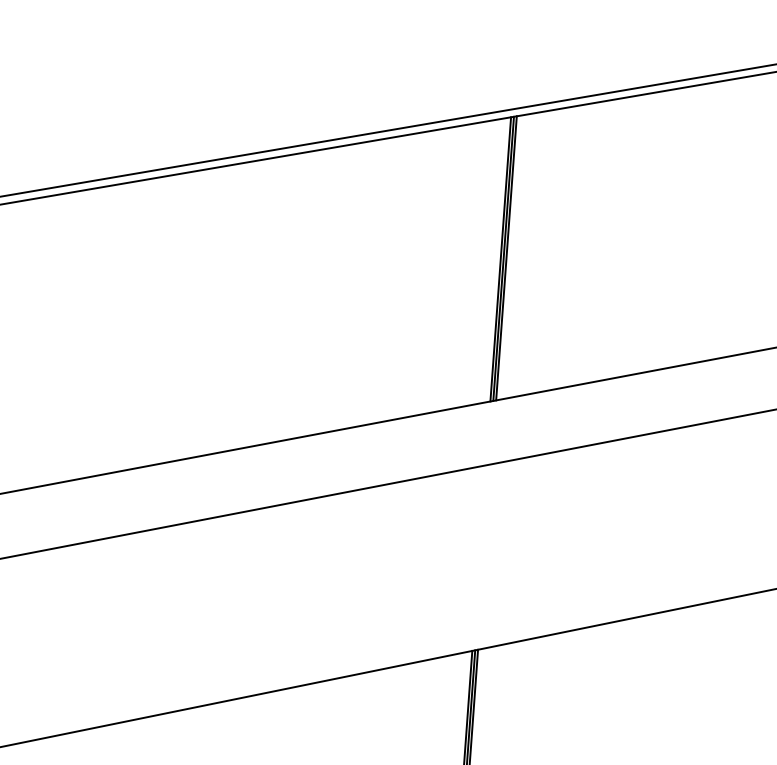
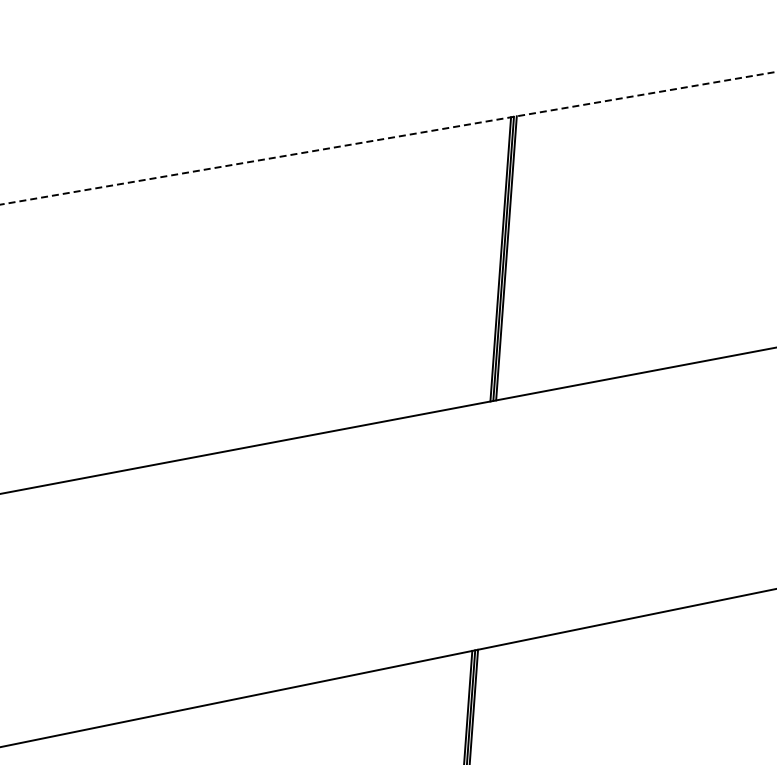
line at (387, 130): present -> none
line at (388, 138): solid -> dashed
line at (387, 483): present -> none
